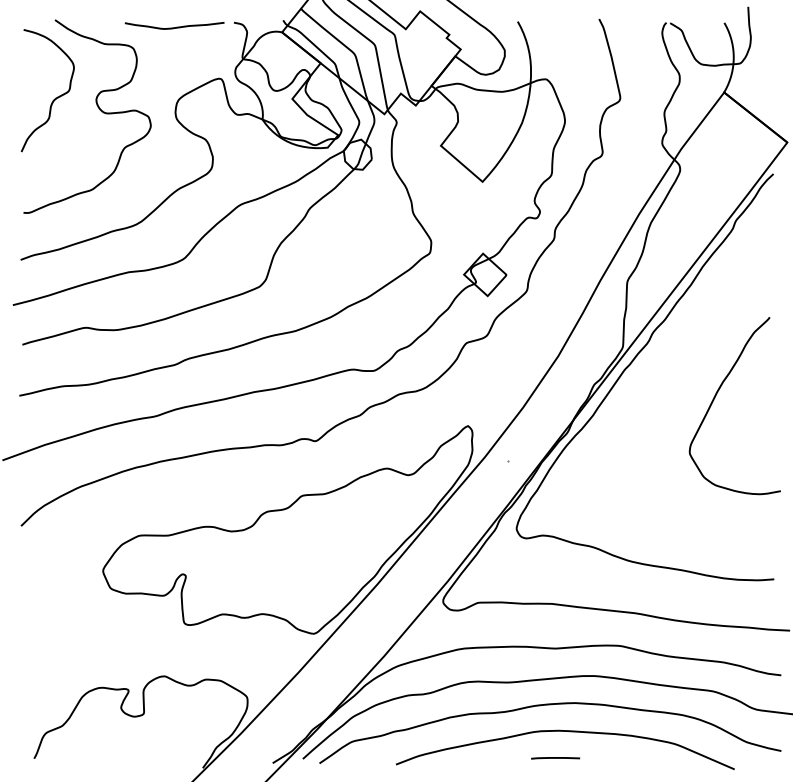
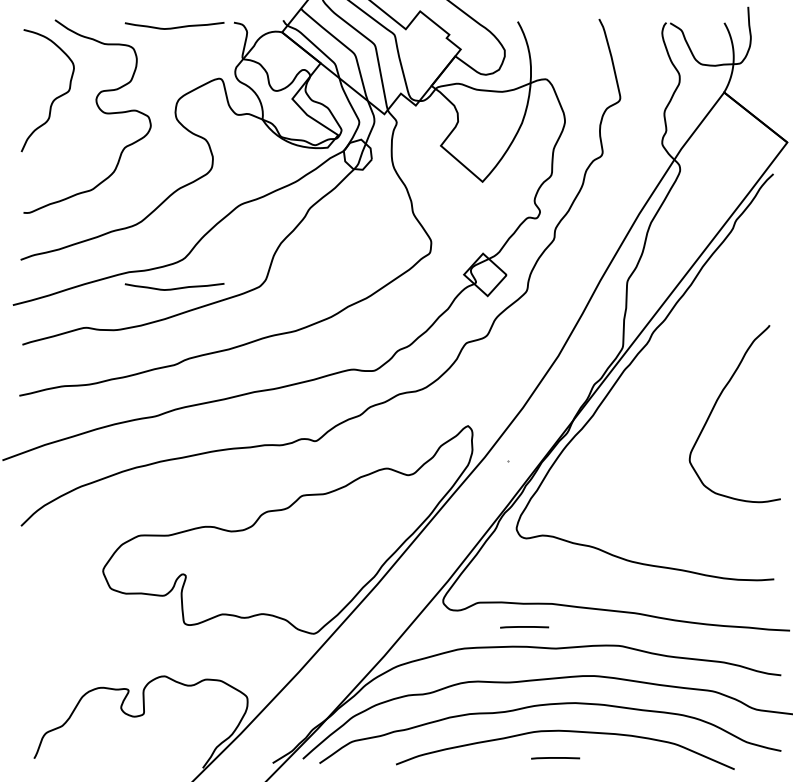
curve at (174, 288): none -> present
curve at (716, 396) position: (716, 396) -> (716, 404)
line at (524, 627): none -> present
